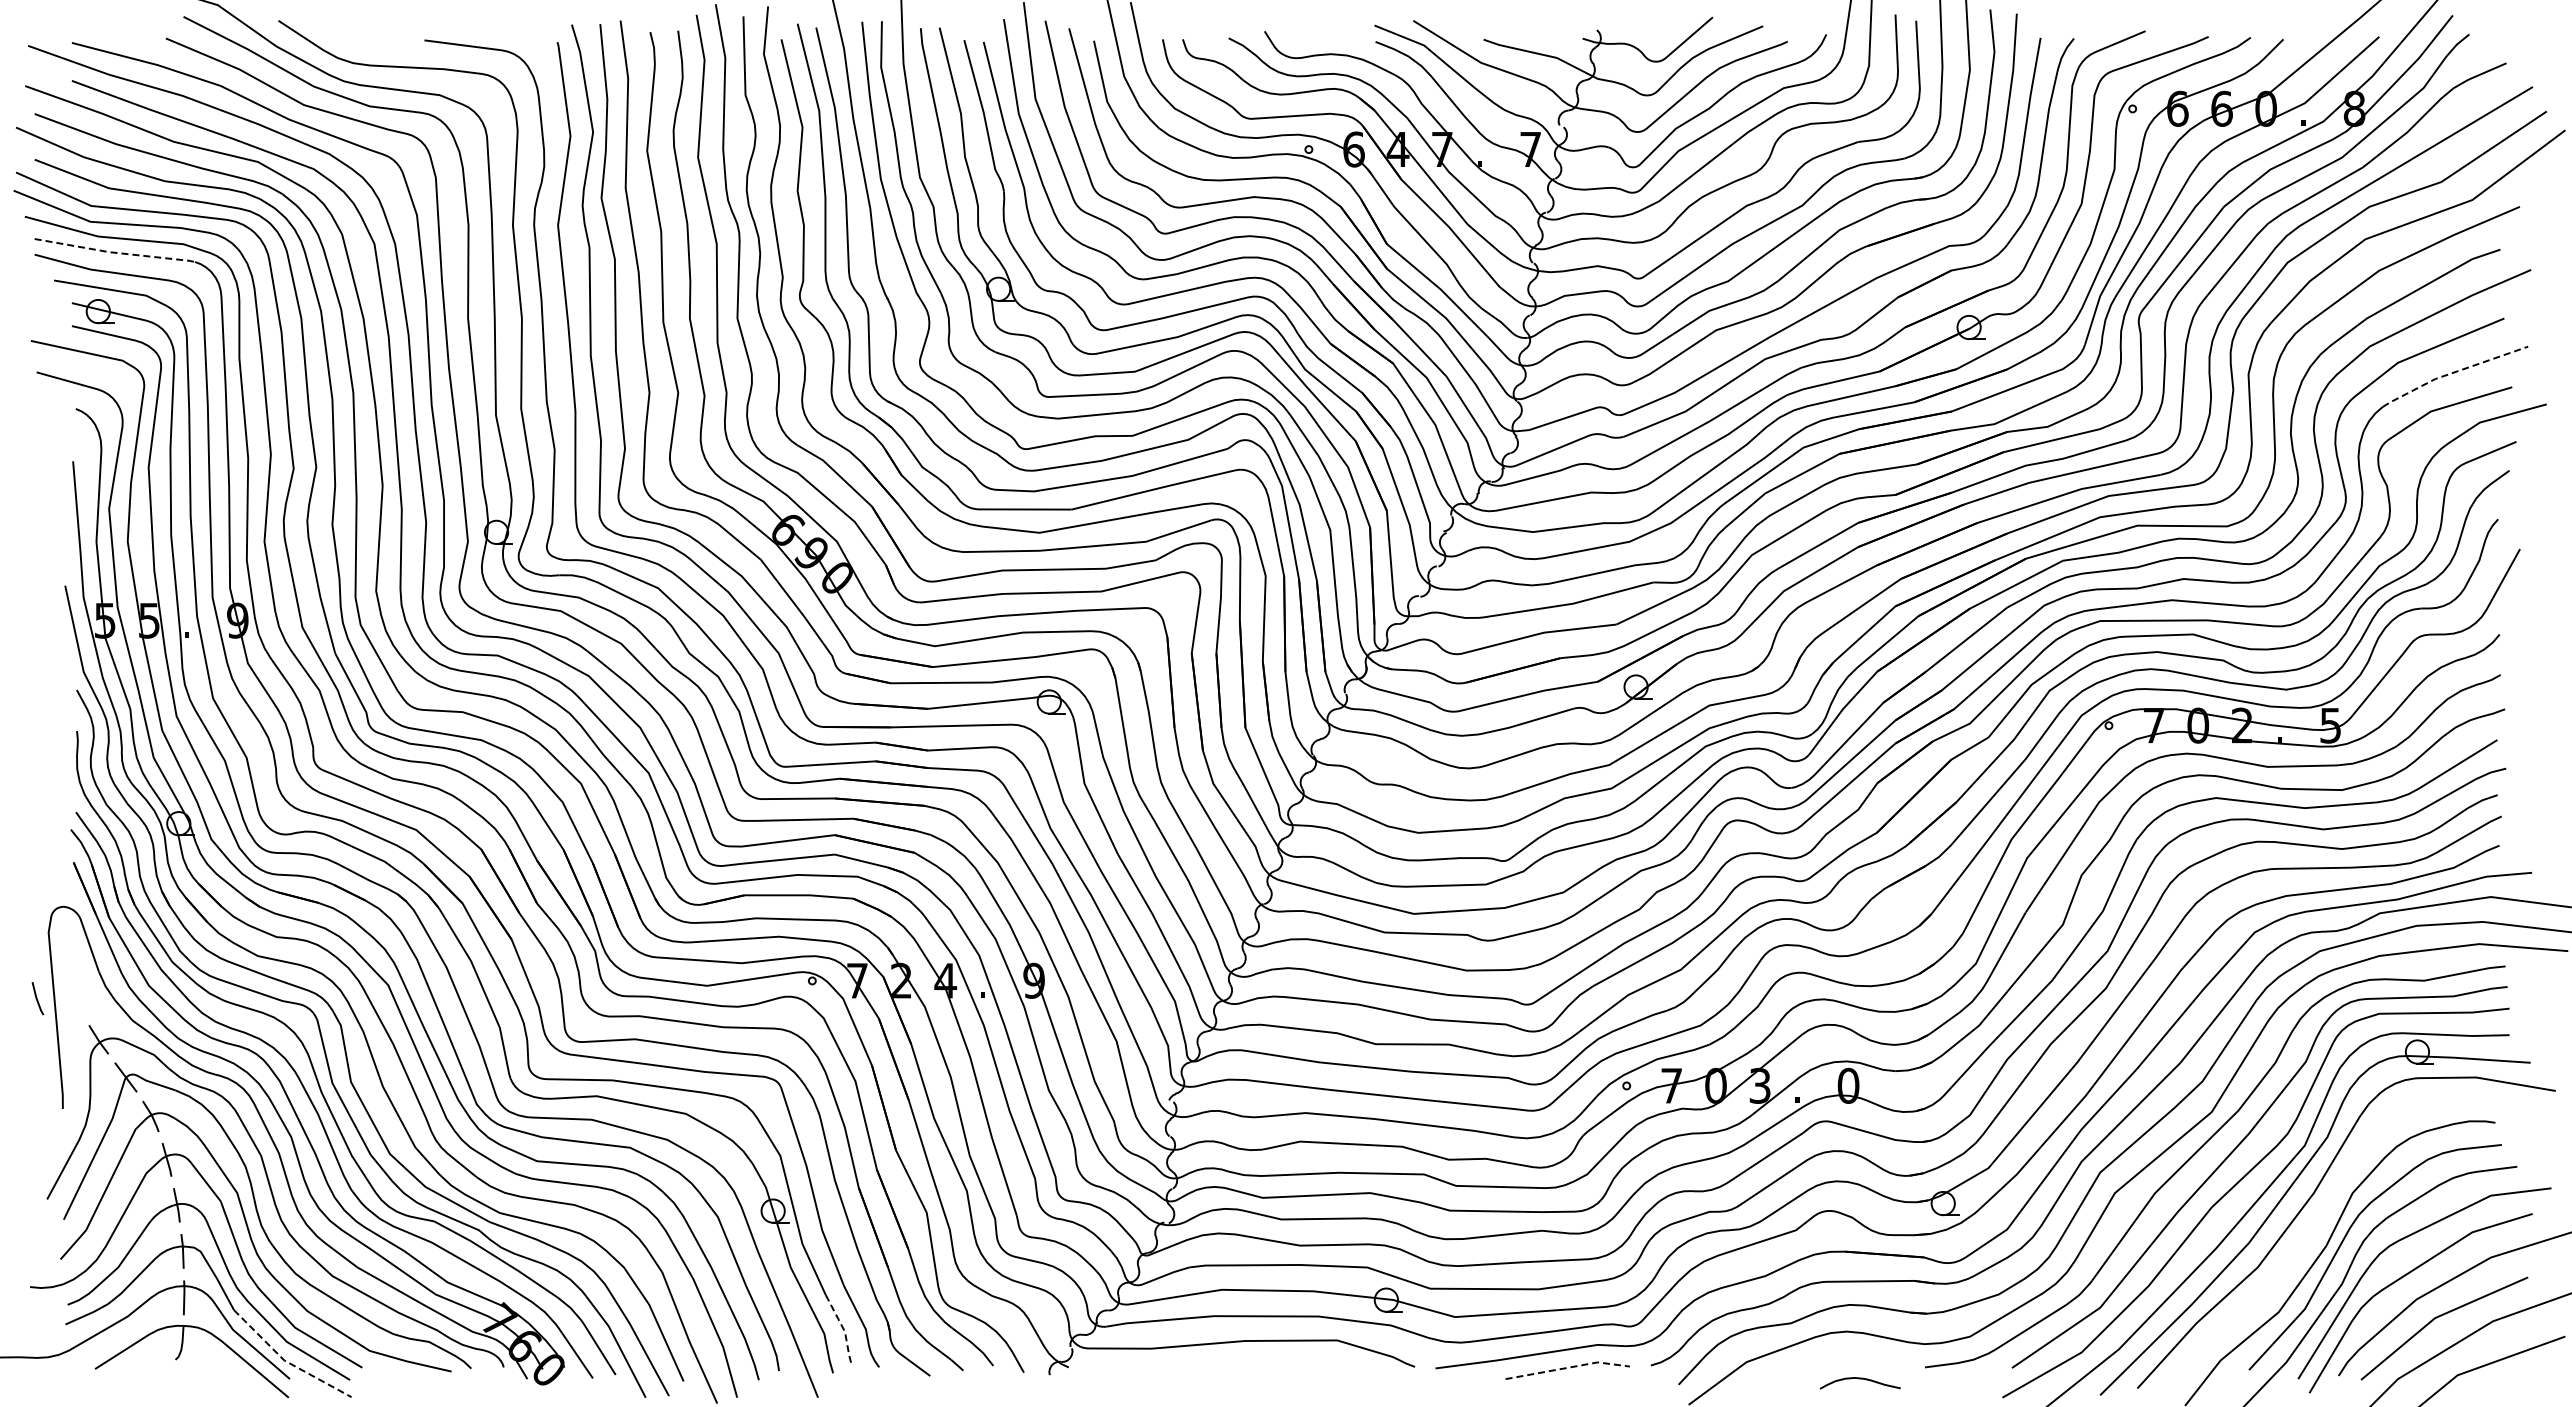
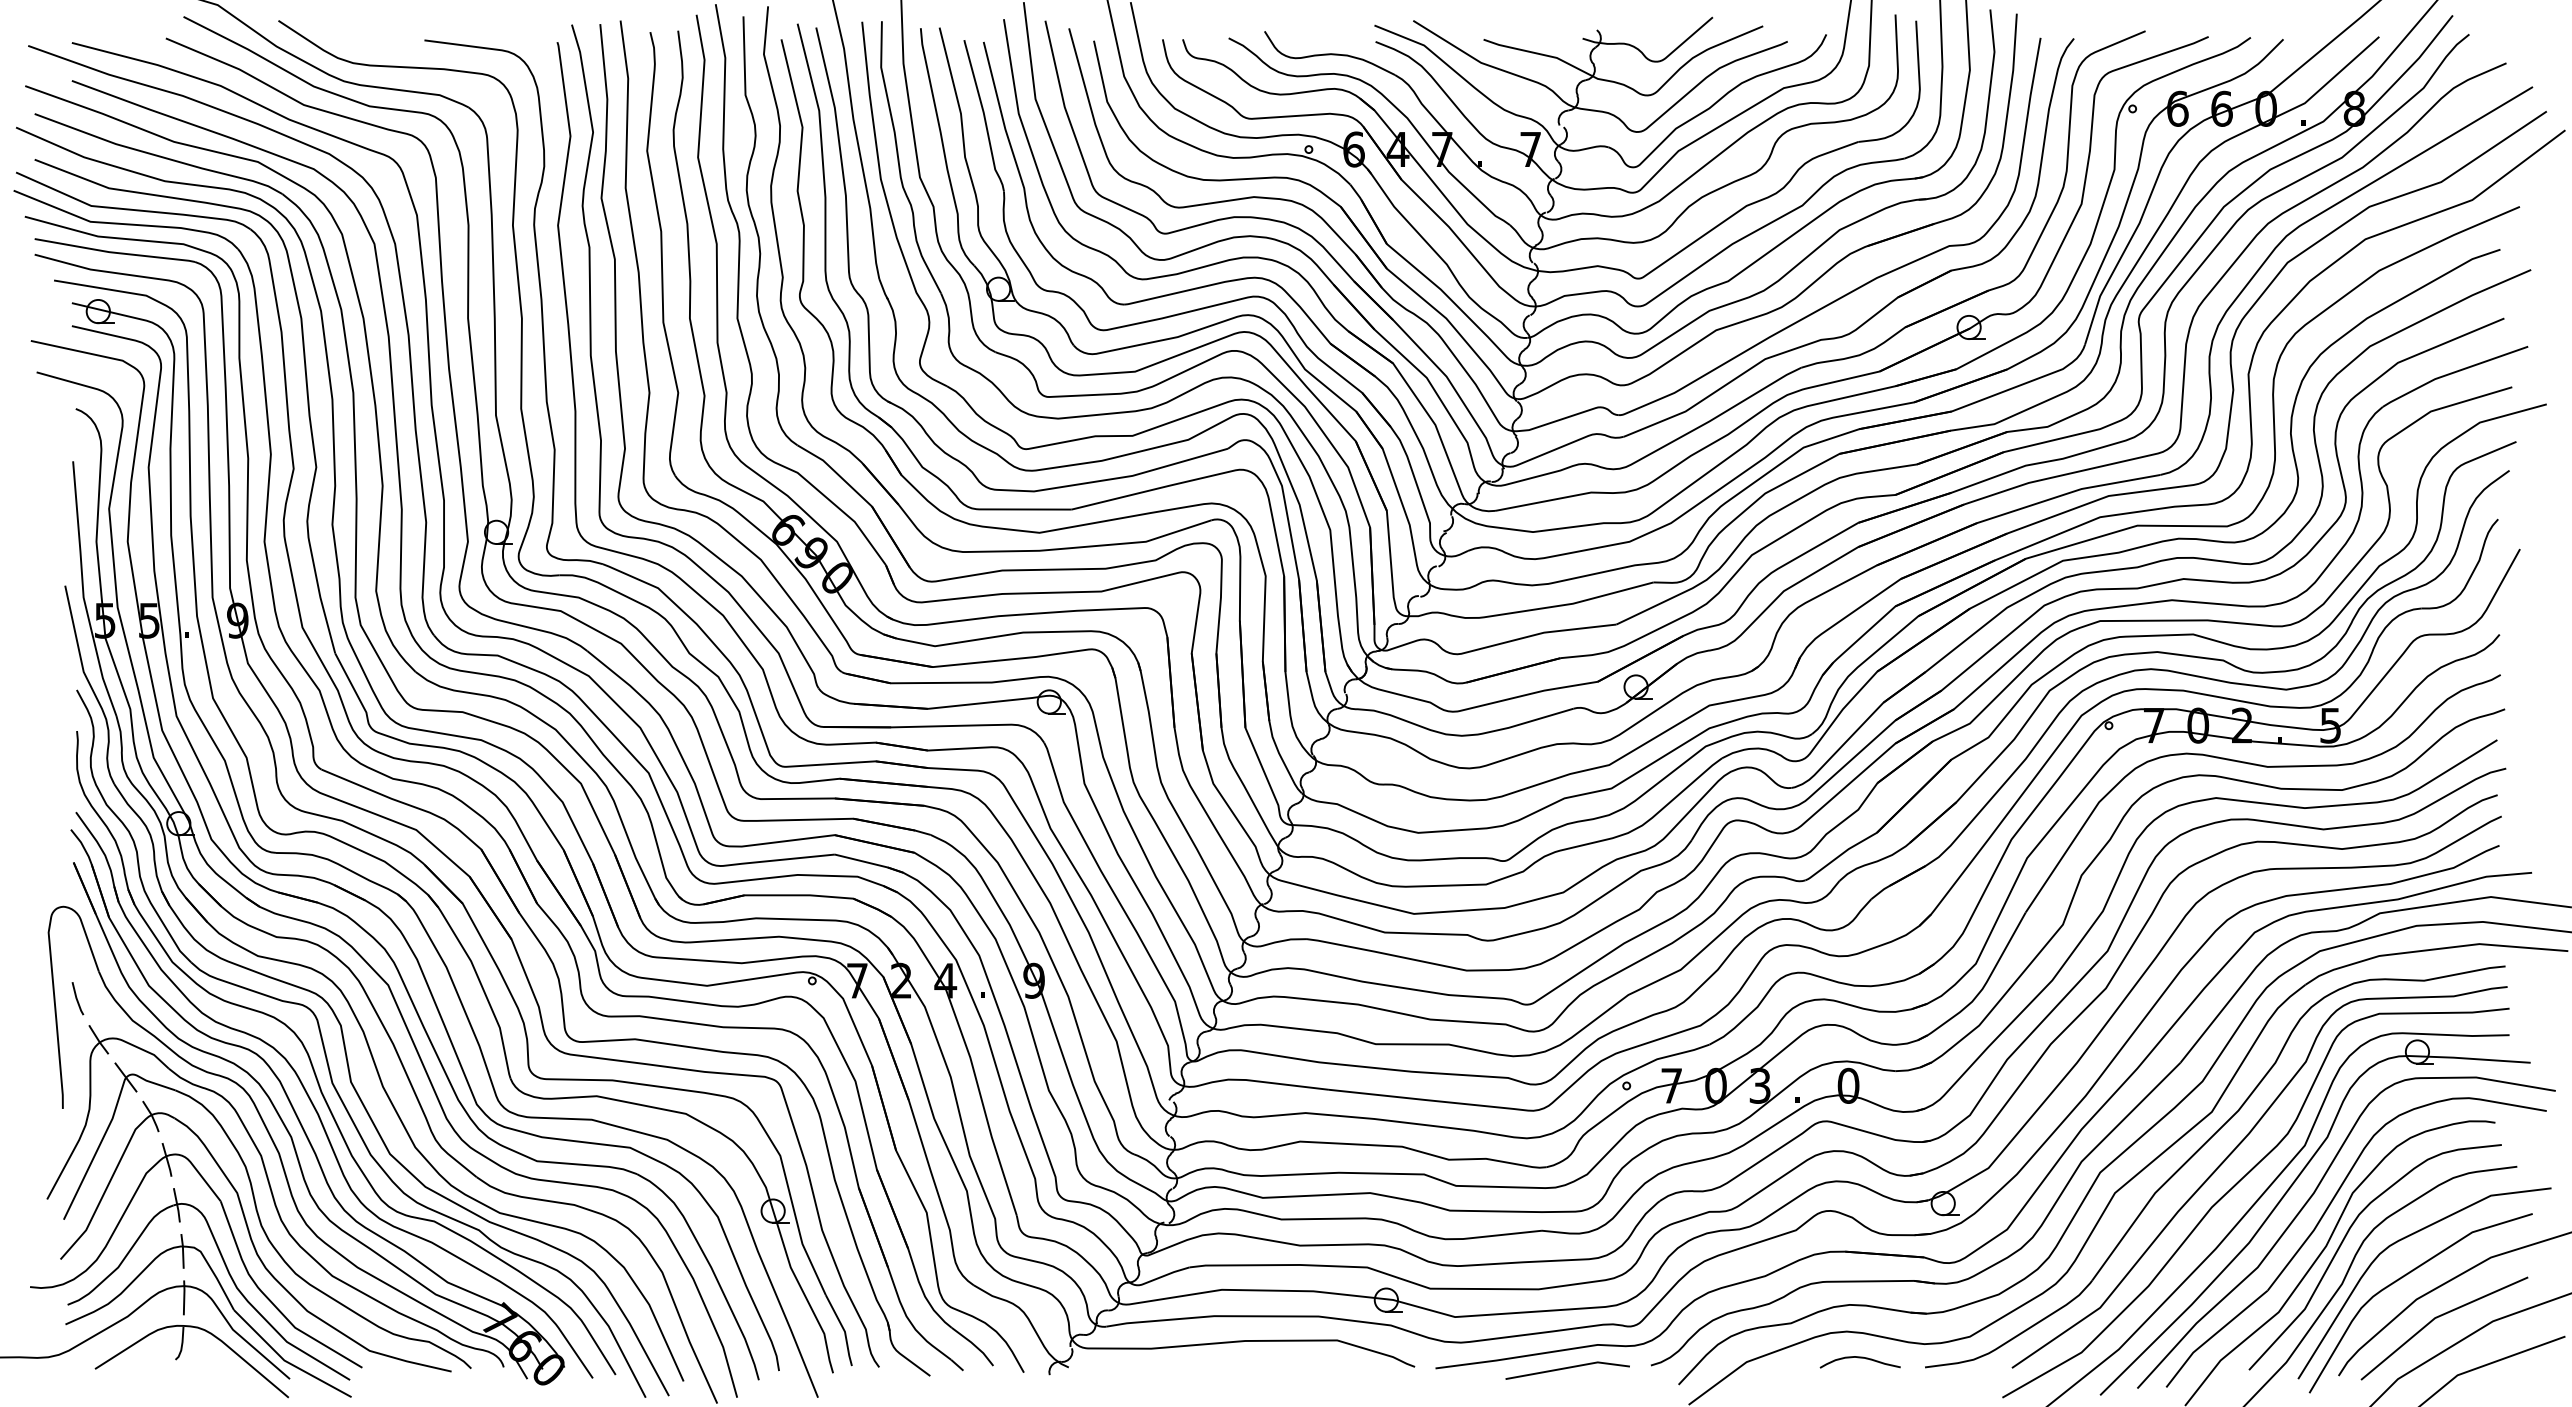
line at (115, 252): dashed -> solid
line at (2452, 373): dashed -> solid
line at (37, 998) position: (37, 998) -> (77, 998)
part at (2321, 1220): none -> present
line at (844, 1330): dashed -> solid
line at (286, 1361): dashed -> solid
line at (1568, 1367): dashed -> solid
curve at (1859, 1379) position: (1859, 1379) -> (1859, 1358)
